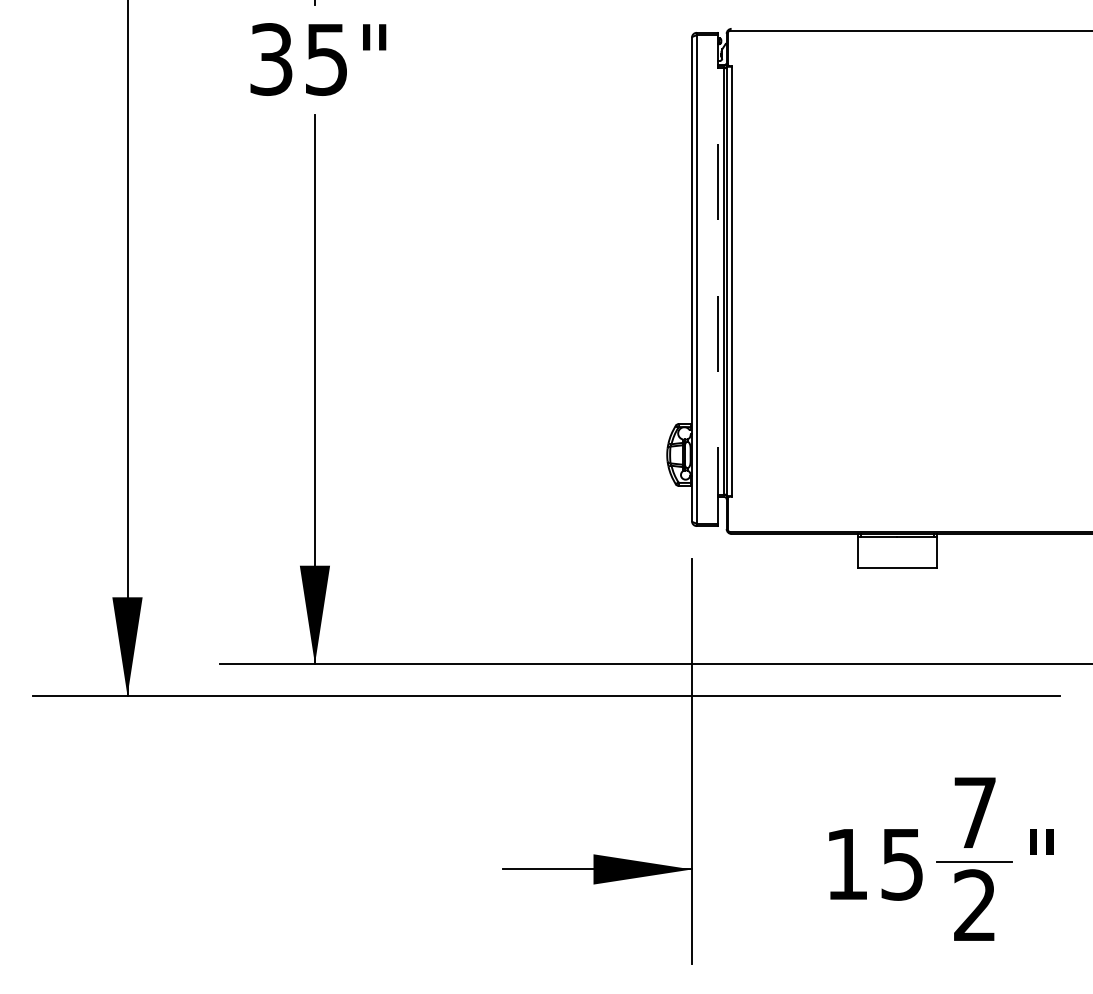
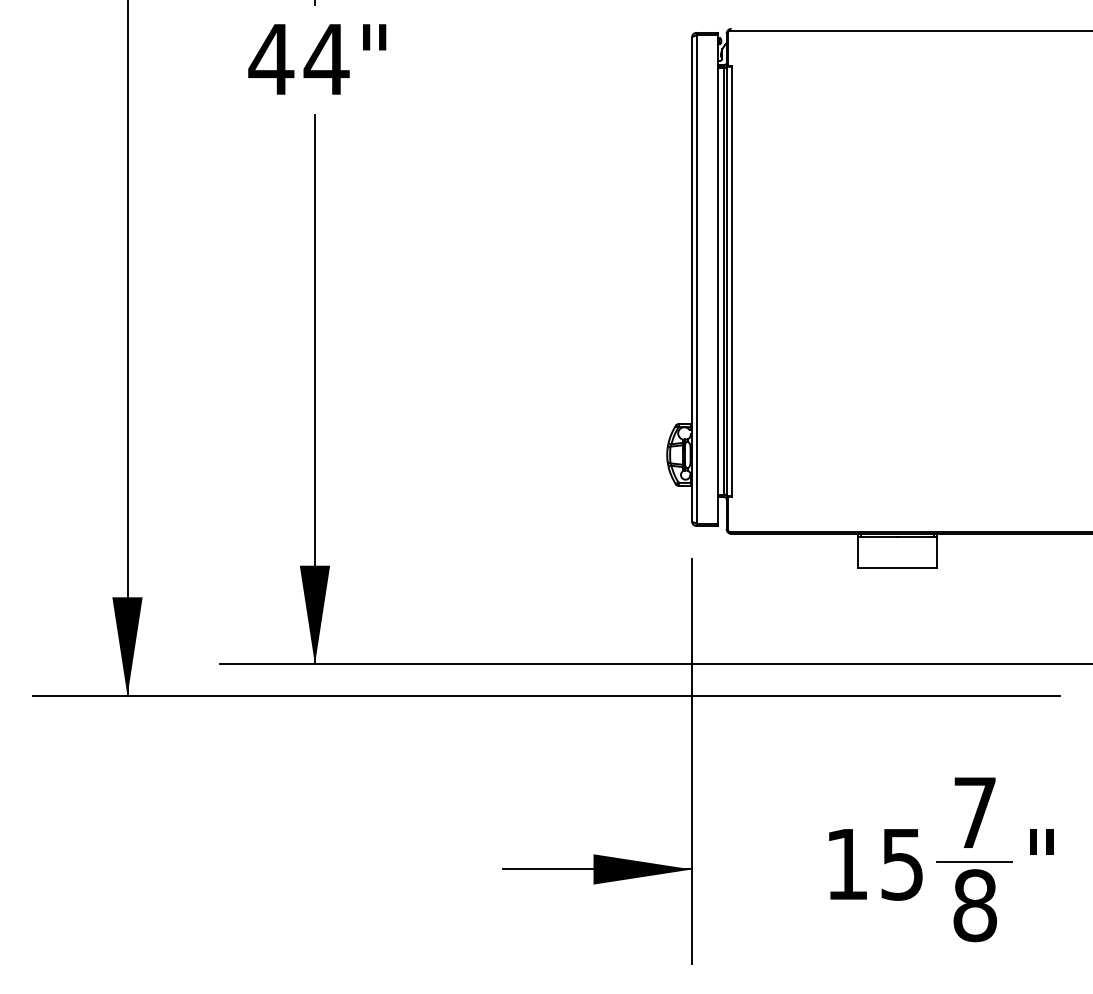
text at (298, 59): 35" -> 44"
line at (718, 279): dashed -> solid
text at (975, 905): 2 -> 8
